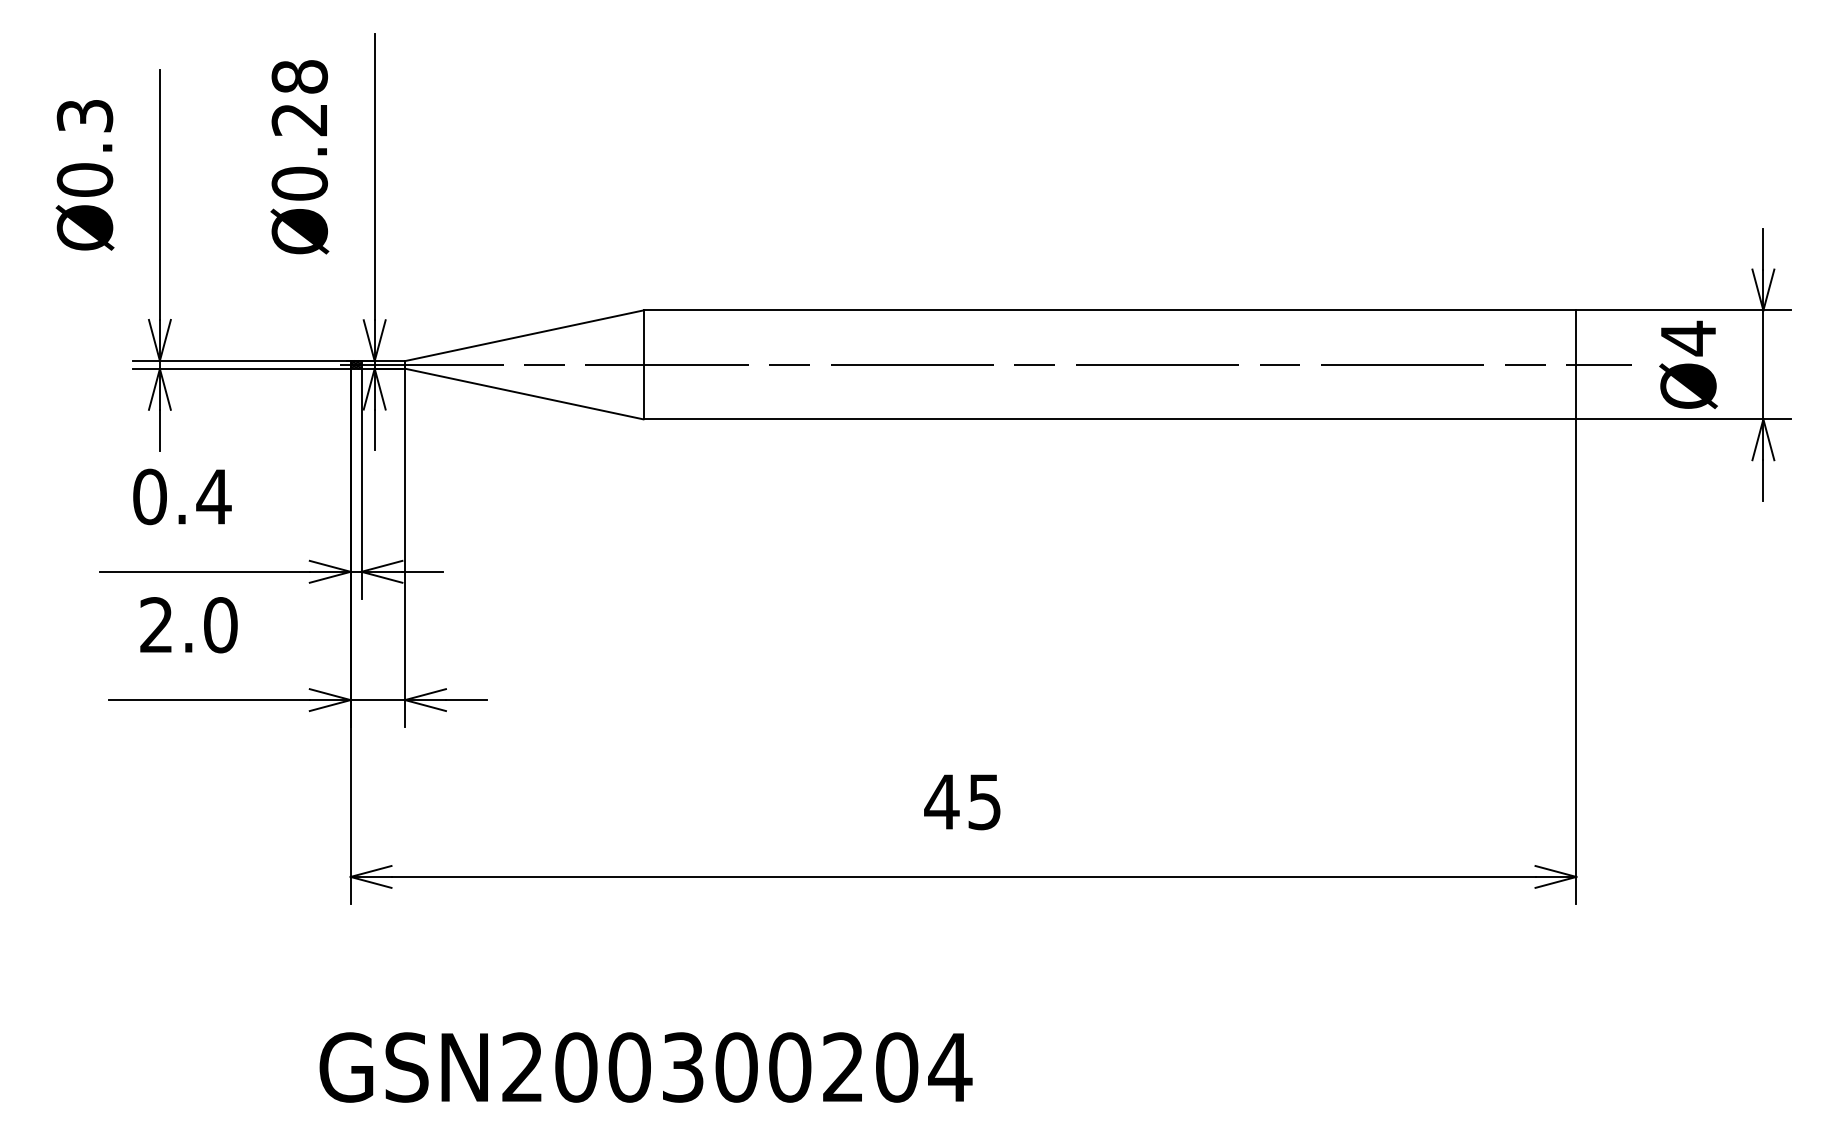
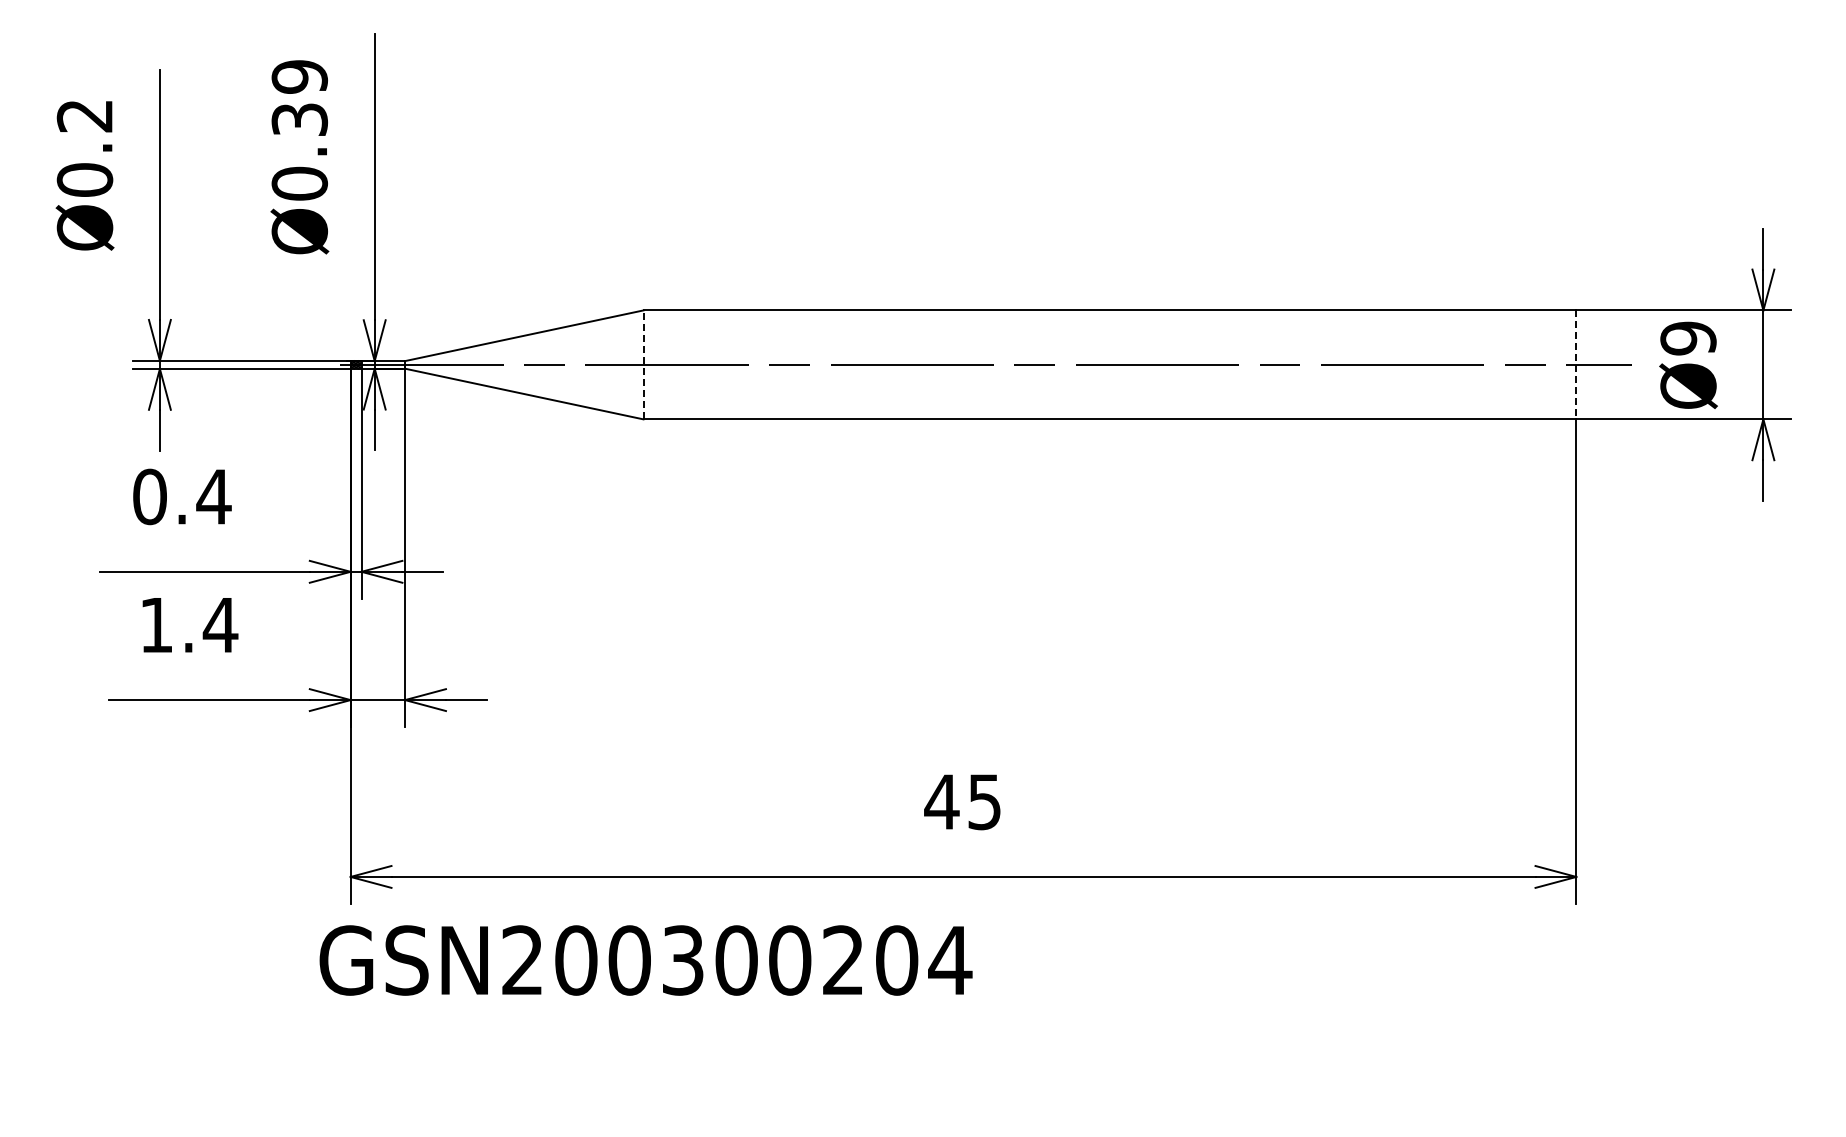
text at (299, 98): Ø0.28 -> Ø0.39
text at (85, 116): Ø0.3 -> Ø0.2
text at (1688, 338): Ø4 -> Ø9
line at (643, 364): solid -> dashed
line at (1576, 365): solid -> dashed
text at (189, 625): 2.0 -> 1.4
text at (645, 1067) position: (645, 1067) -> (645, 960)
